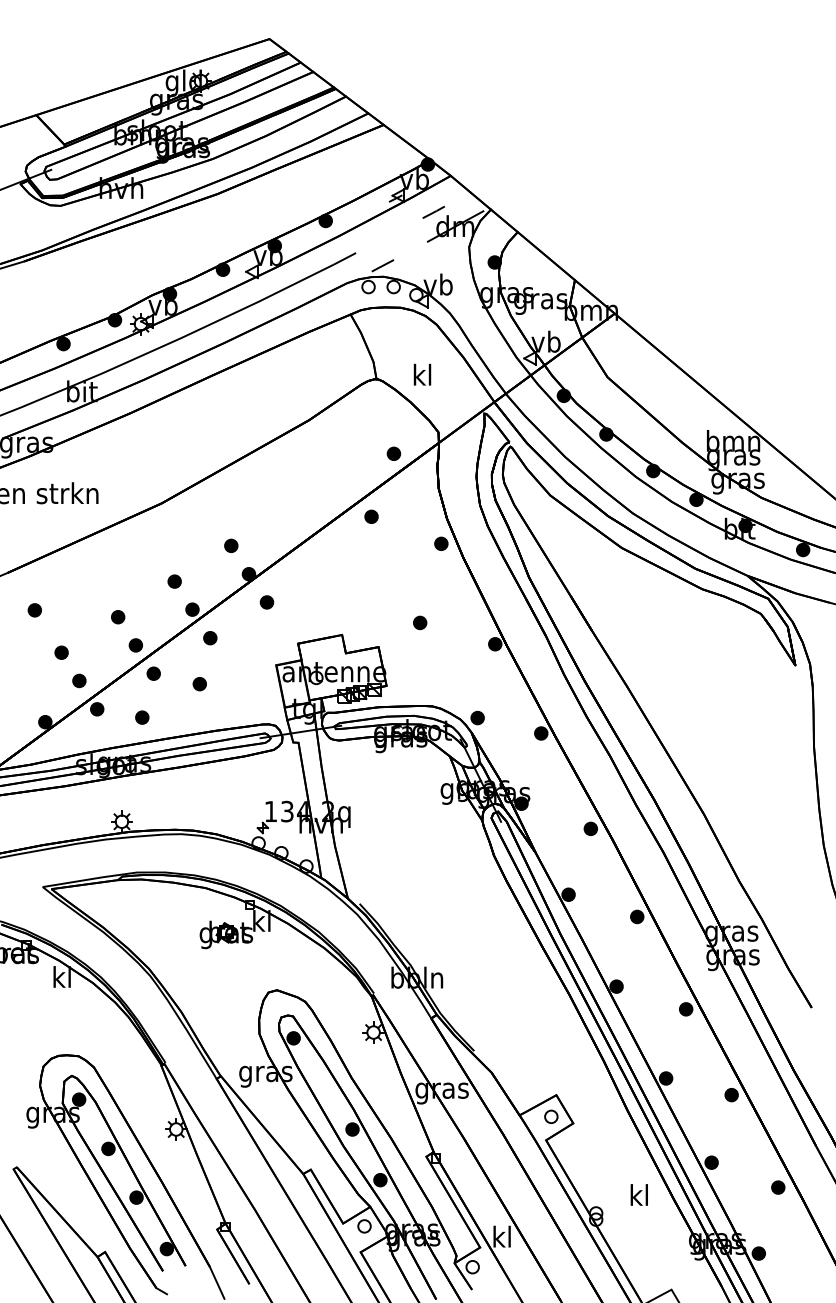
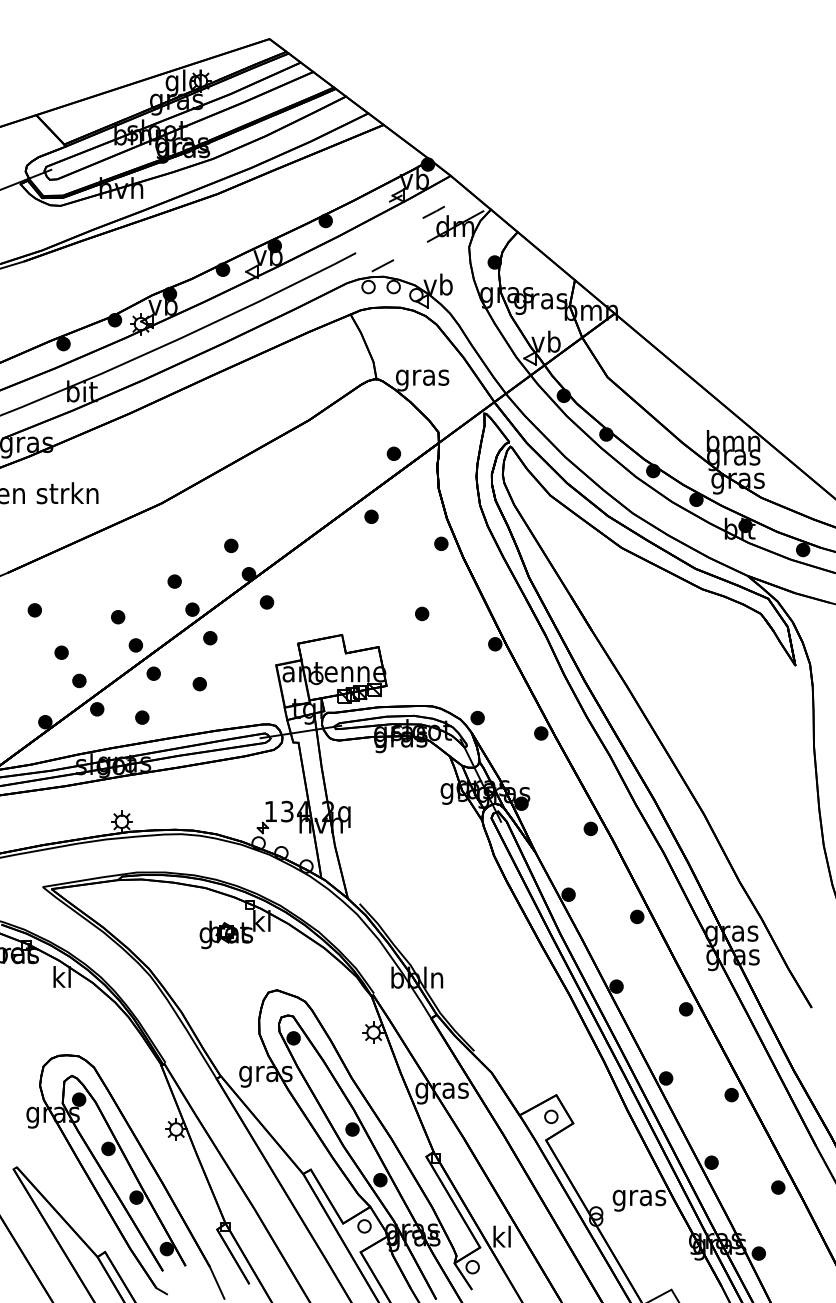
text at (422, 377): kl -> gras
part at (420, 622) position: (420, 622) -> (422, 613)
text at (639, 1197): kl -> gras
